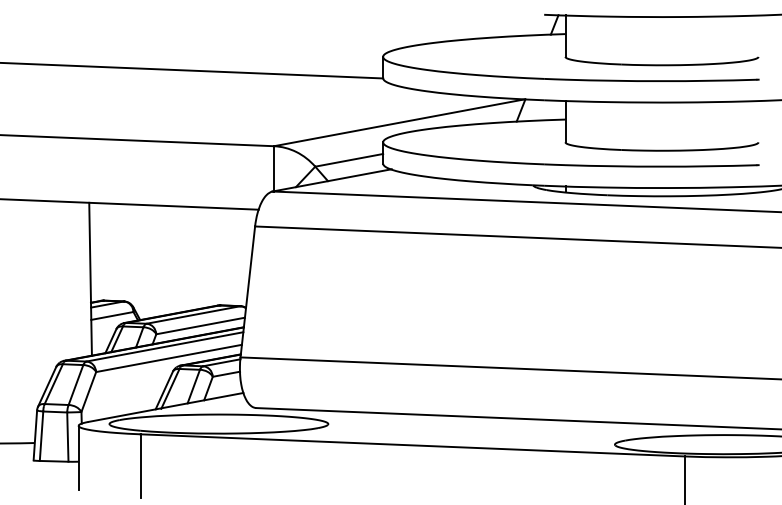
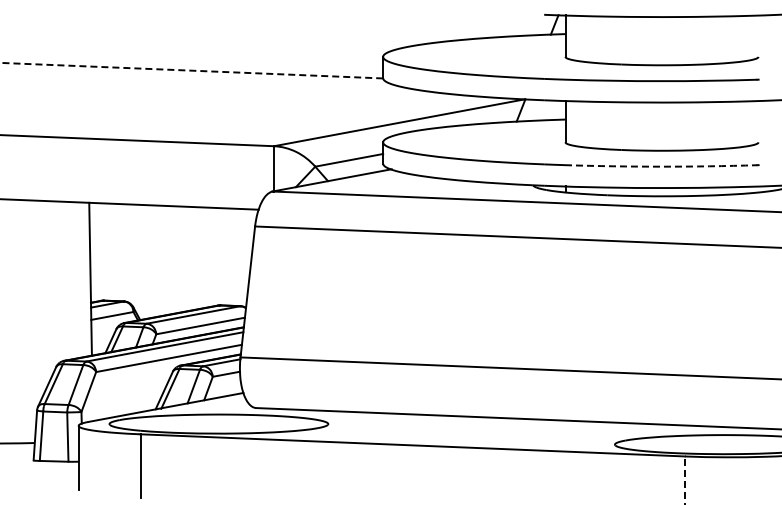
line at (191, 70): solid -> dashed
arc at (661, 166): solid -> dashed
line at (684, 480): solid -> dashed
